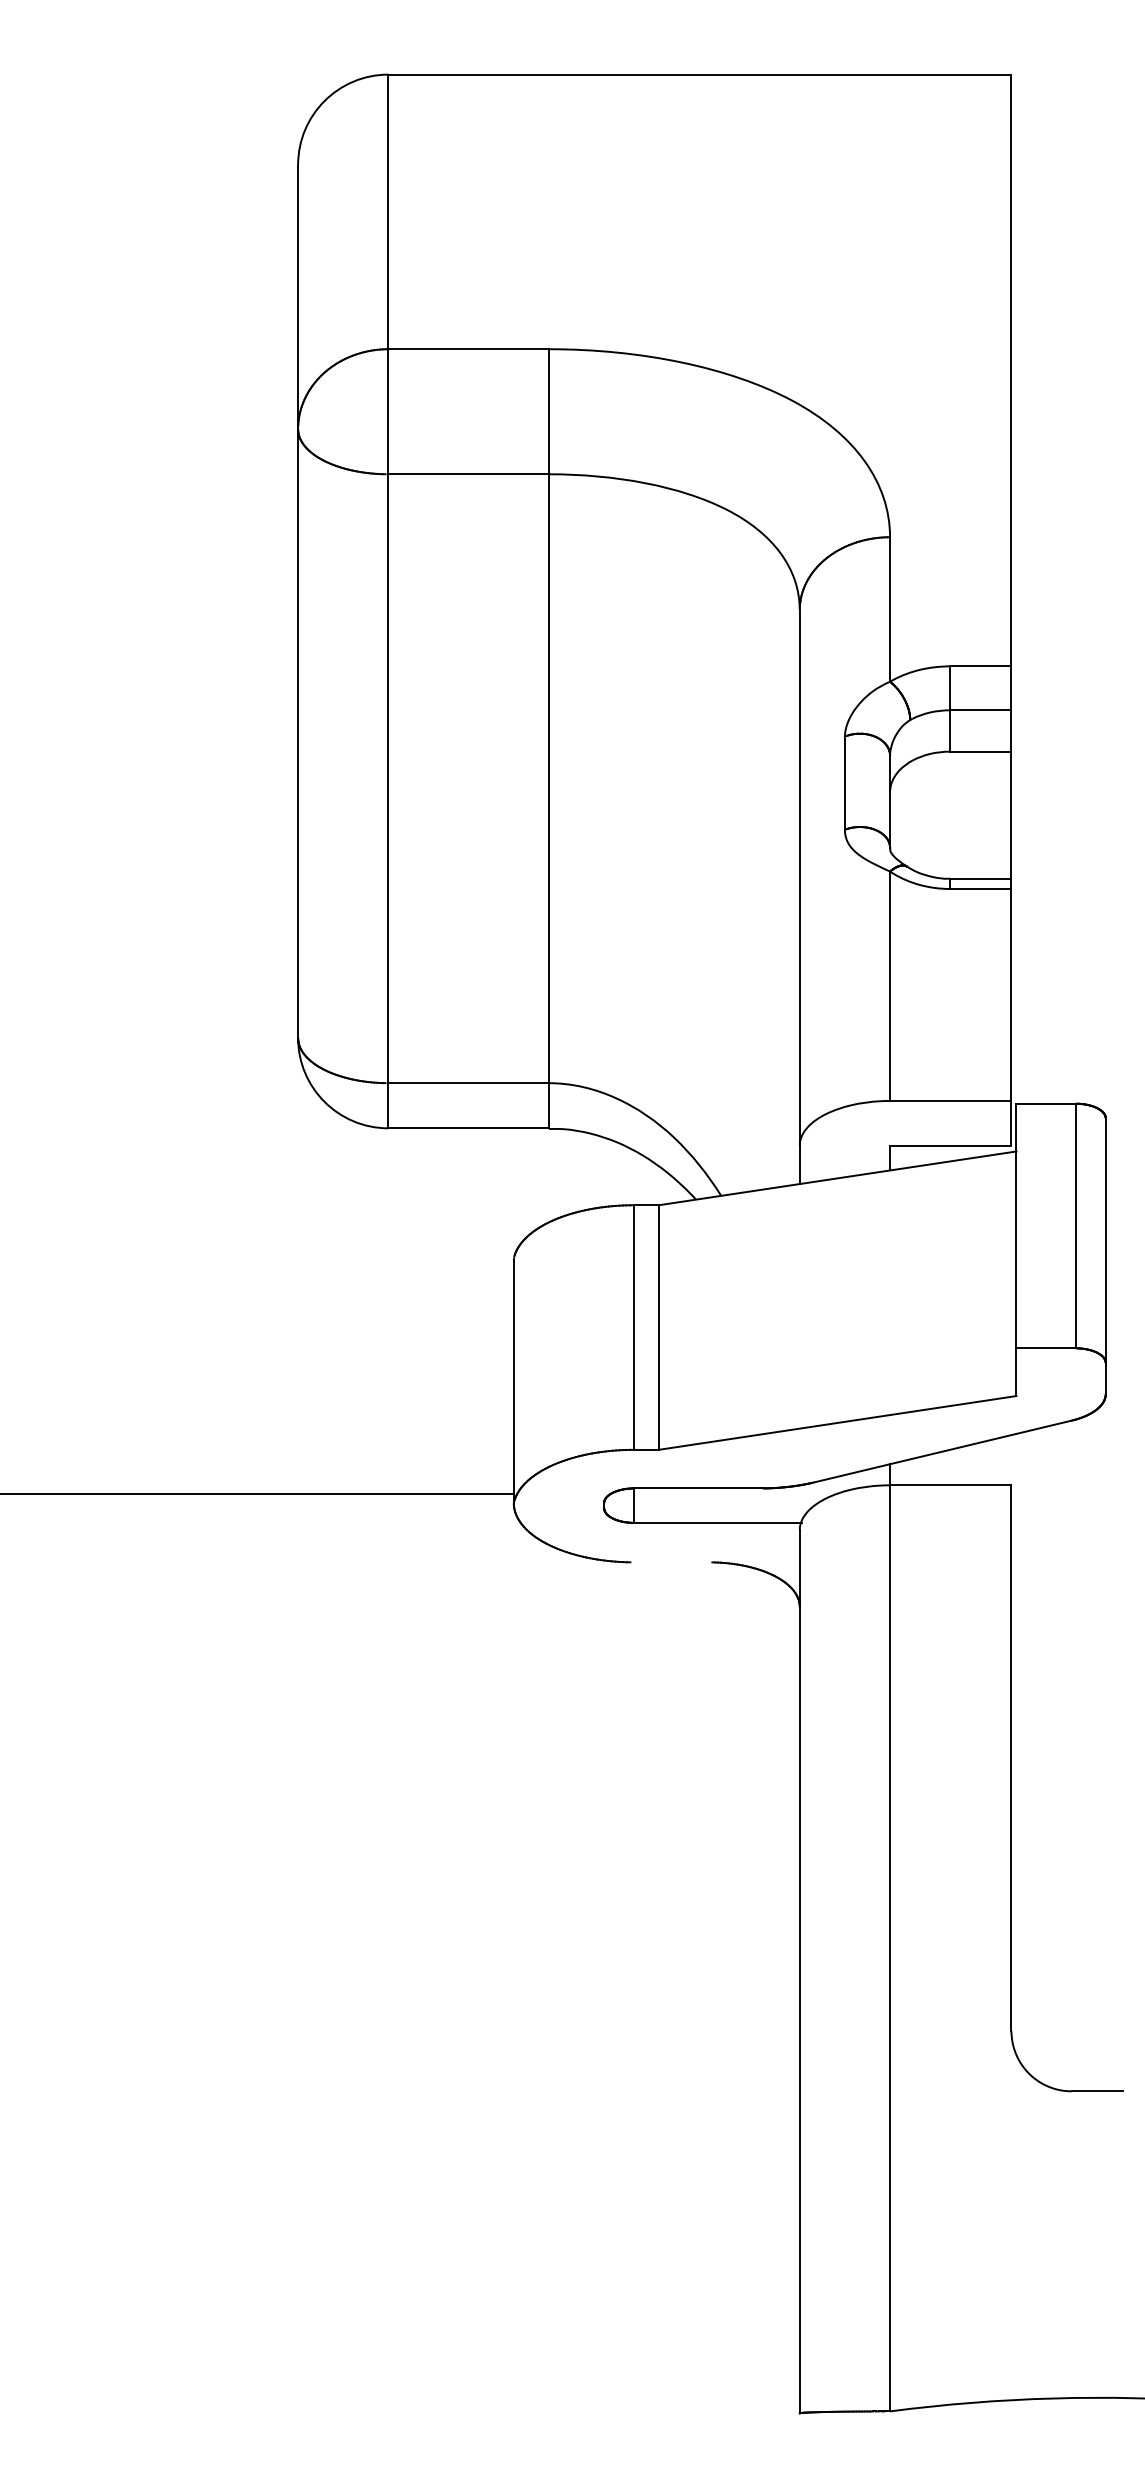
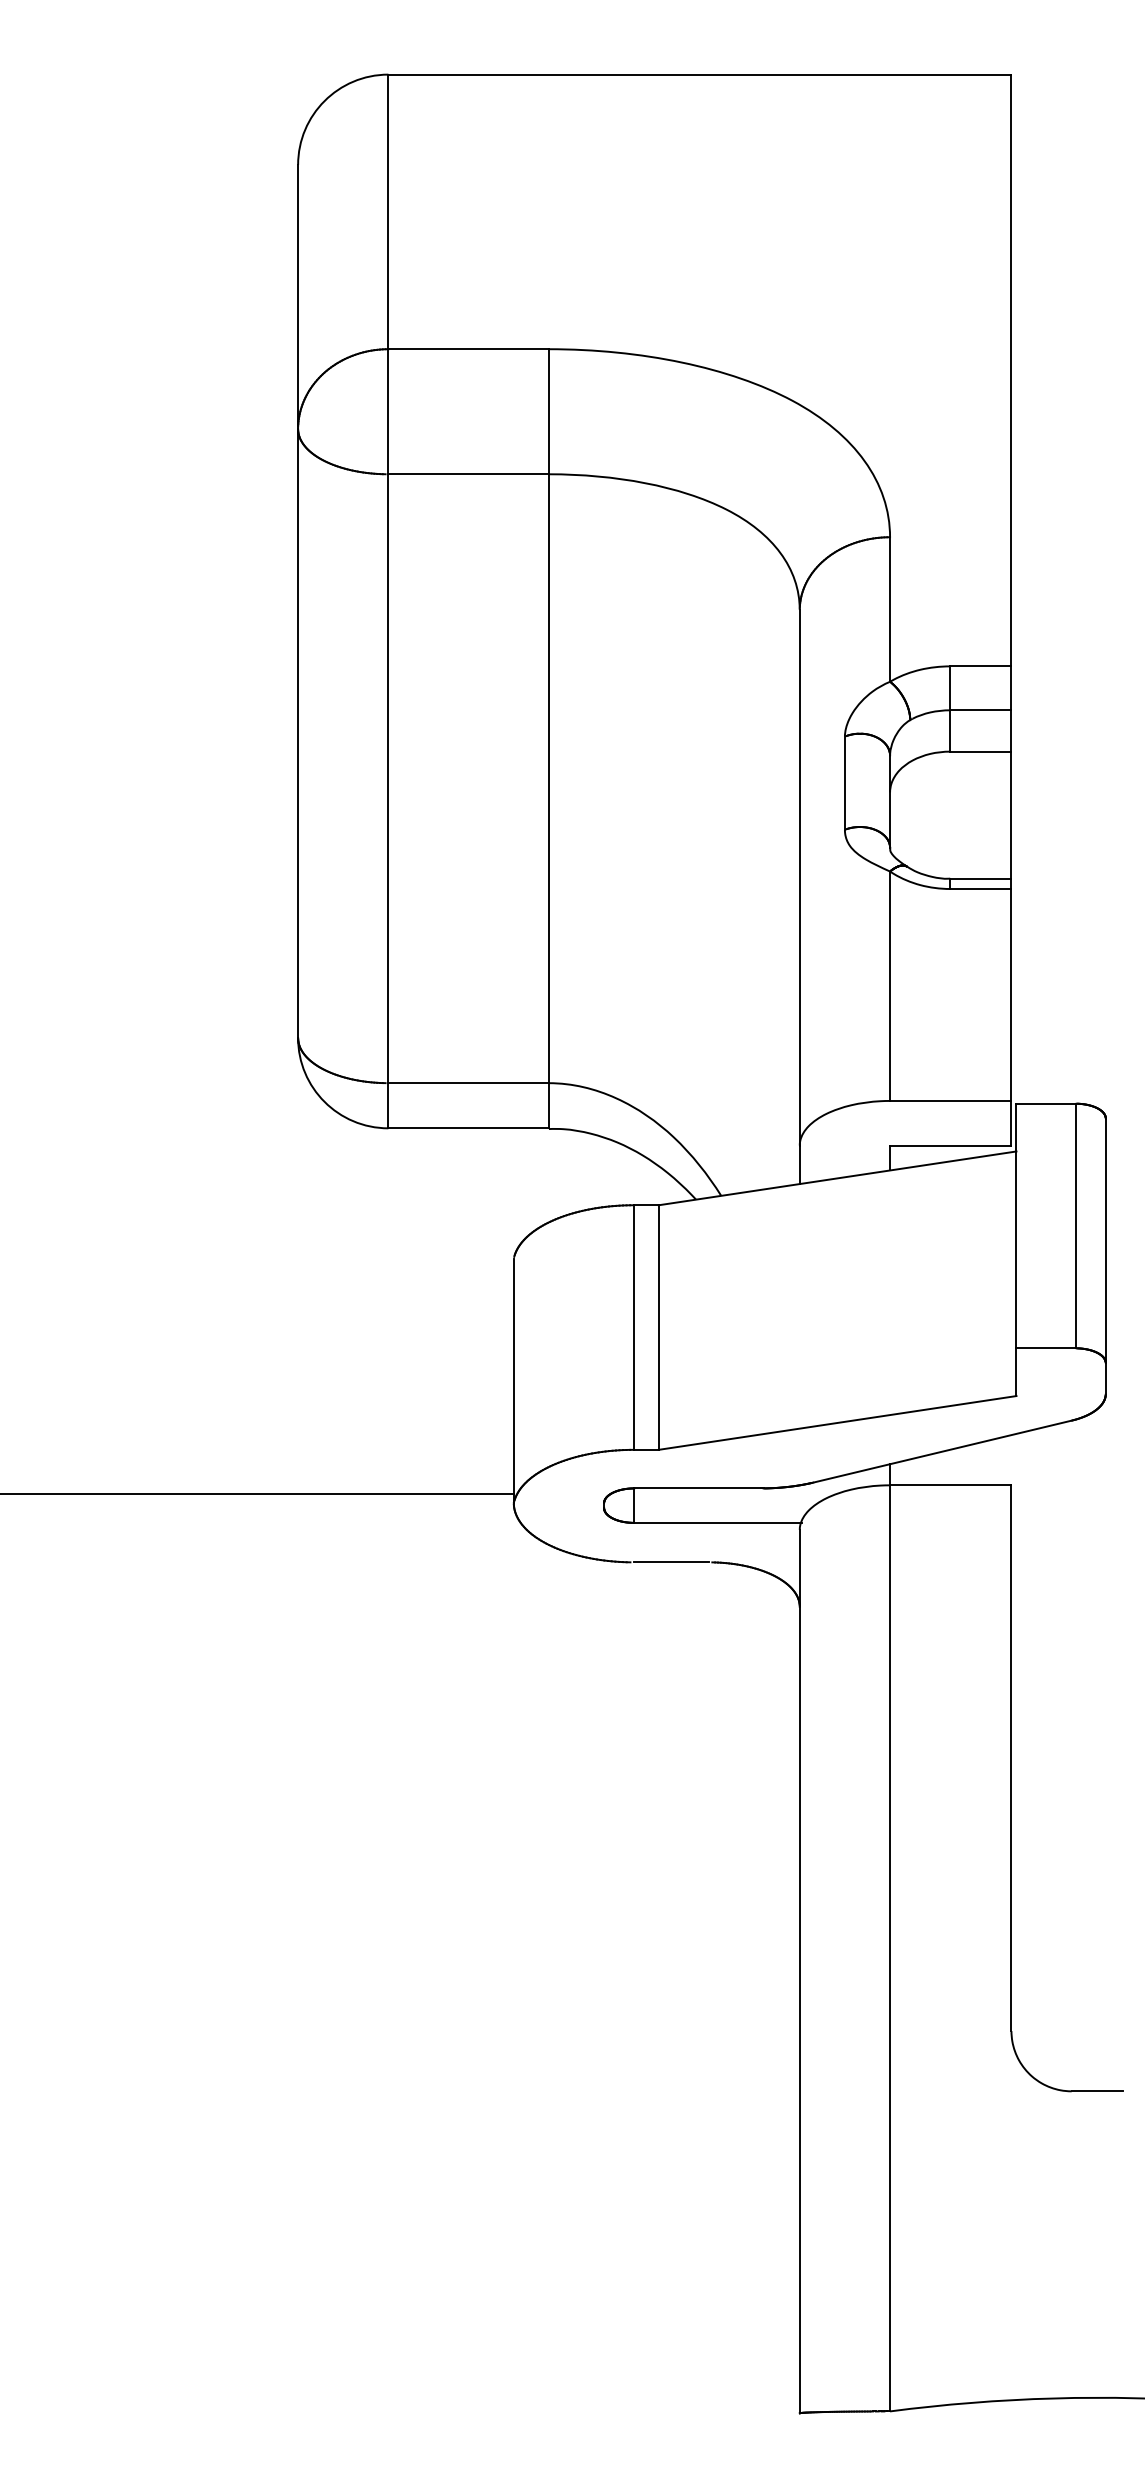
line at (671, 1562): none -> present
